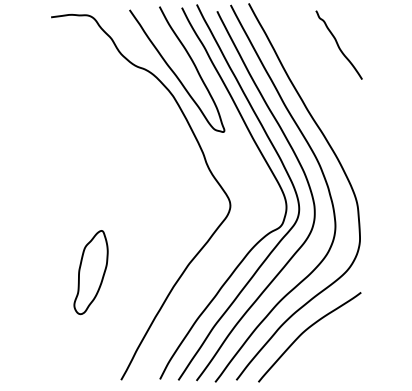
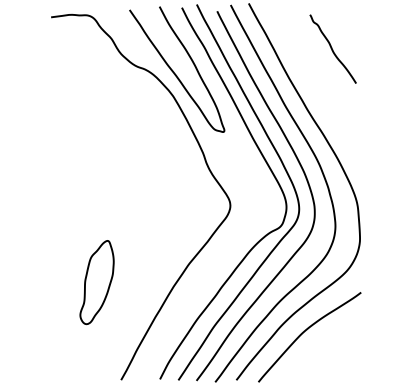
curve at (338, 44) position: (338, 44) -> (332, 48)
part at (90, 272) position: (90, 272) -> (96, 282)
